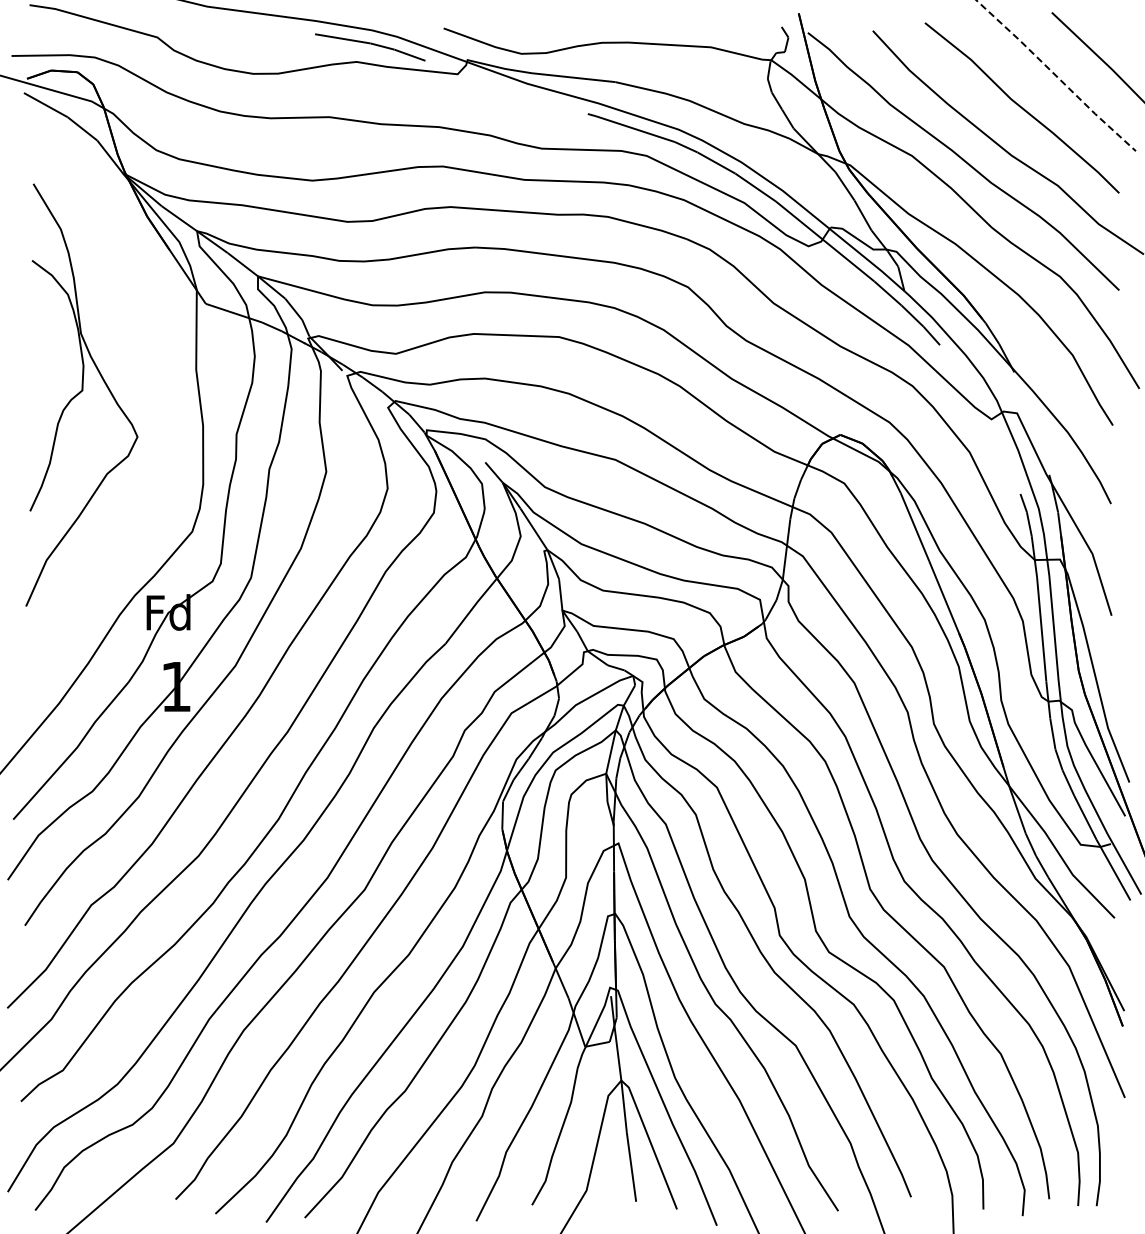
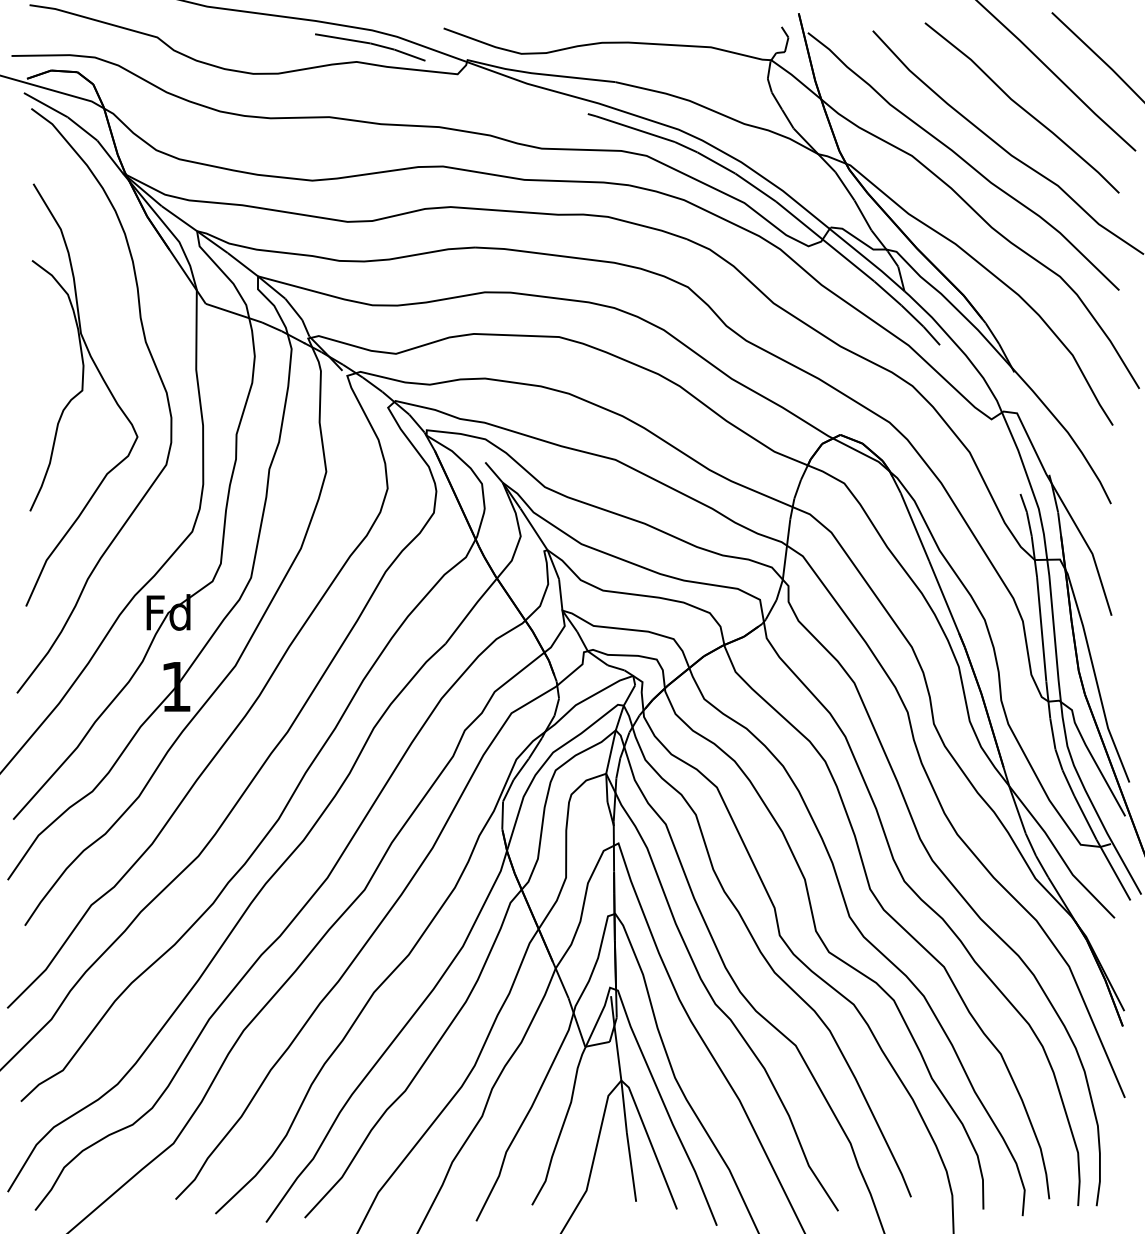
line at (1056, 75): dashed -> solid
curve at (157, 373): none -> present
